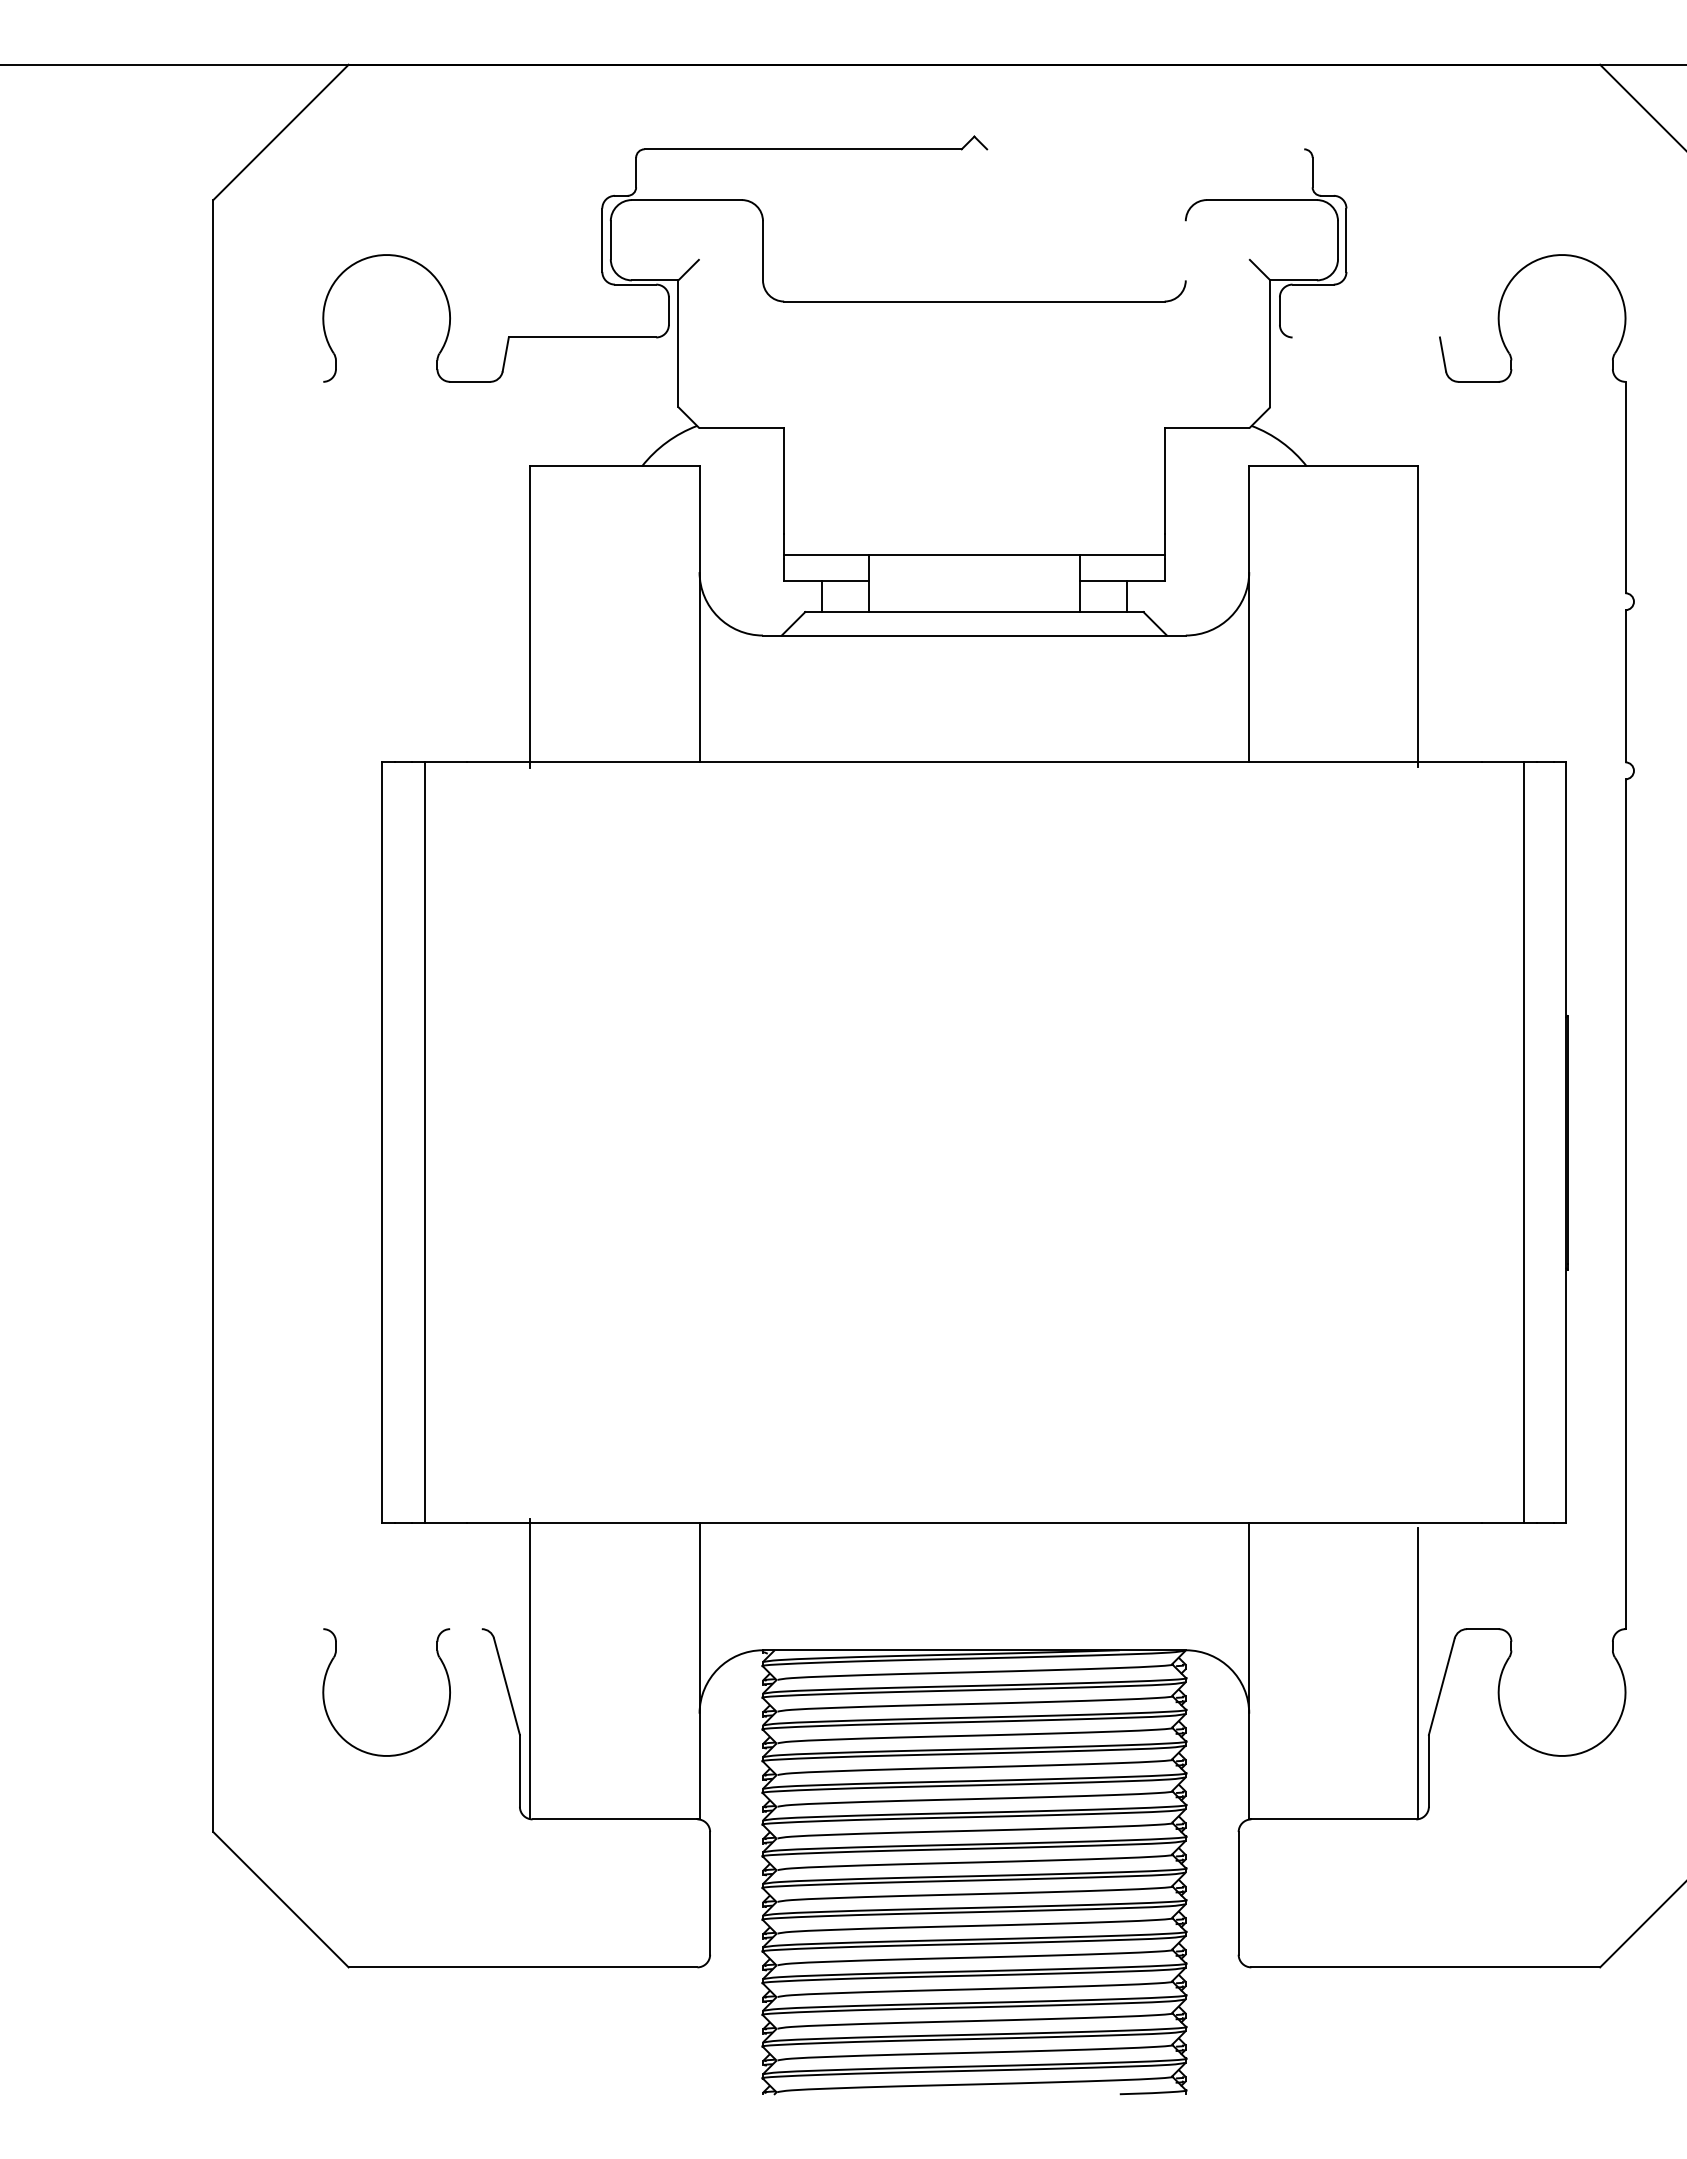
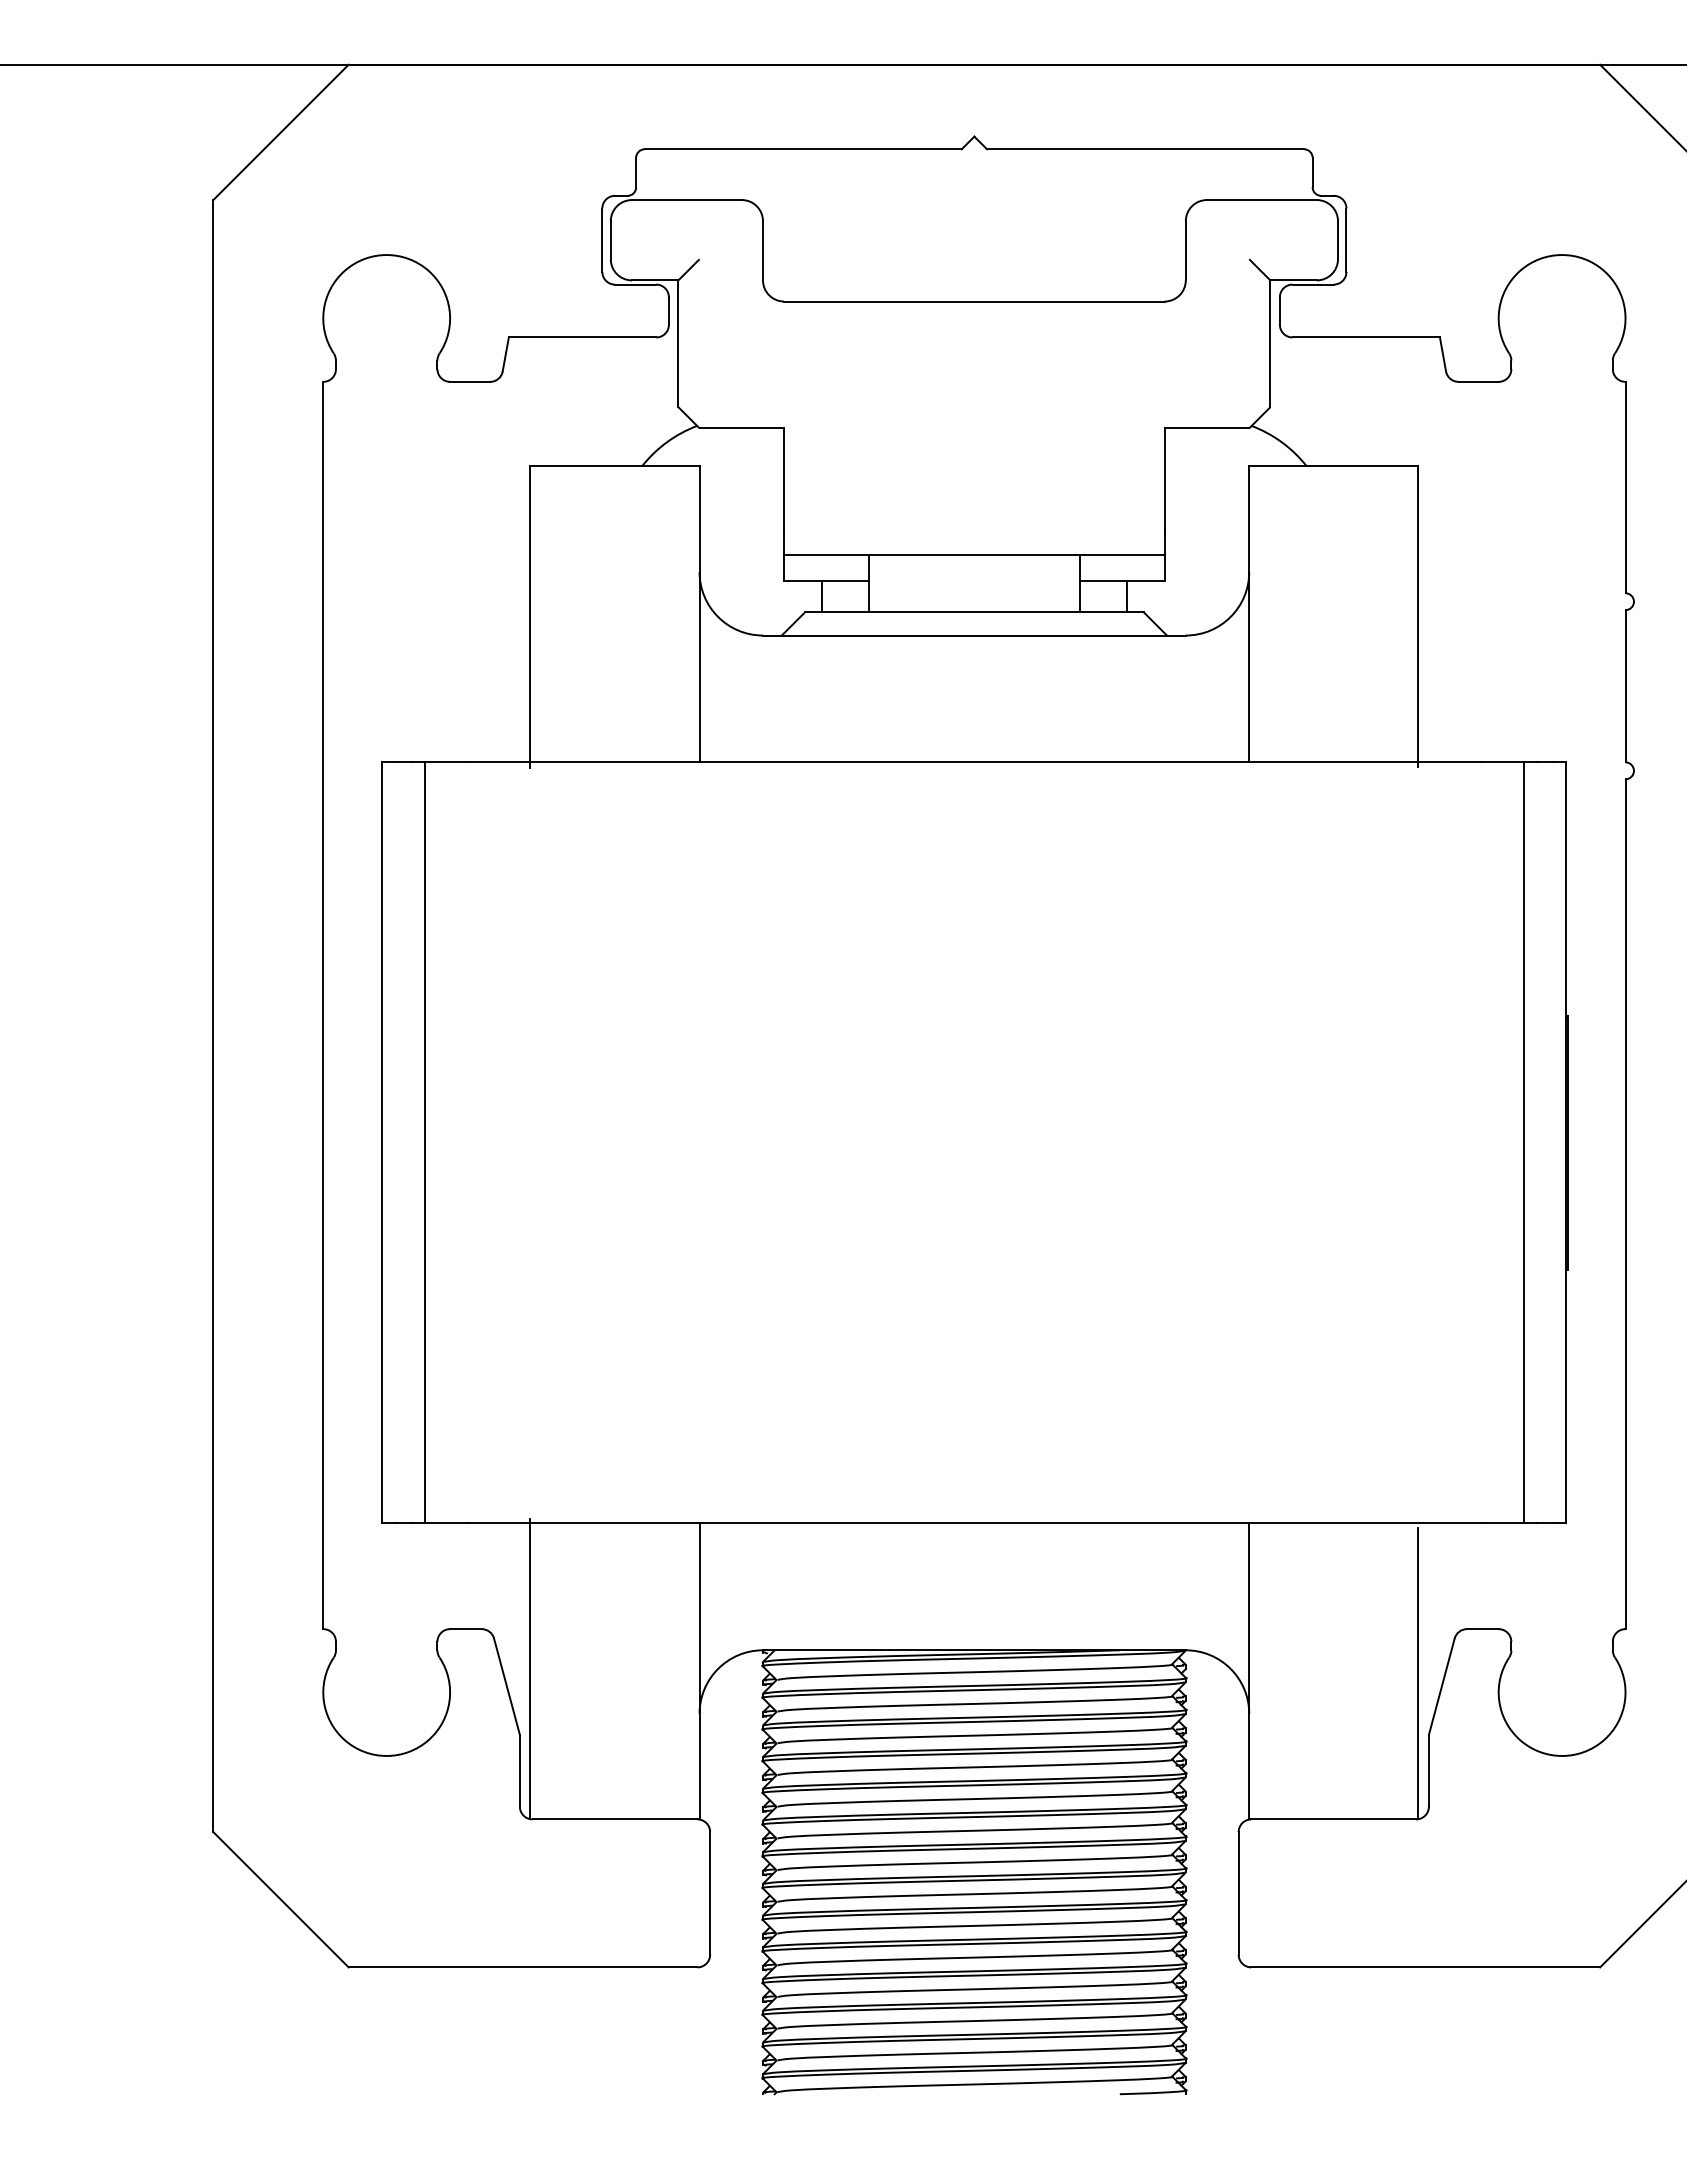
line at (1145, 149): none -> present
line at (1185, 250): none -> present
line at (1365, 337): none -> present
line at (323, 1005): none -> present
line at (465, 1629): none -> present
